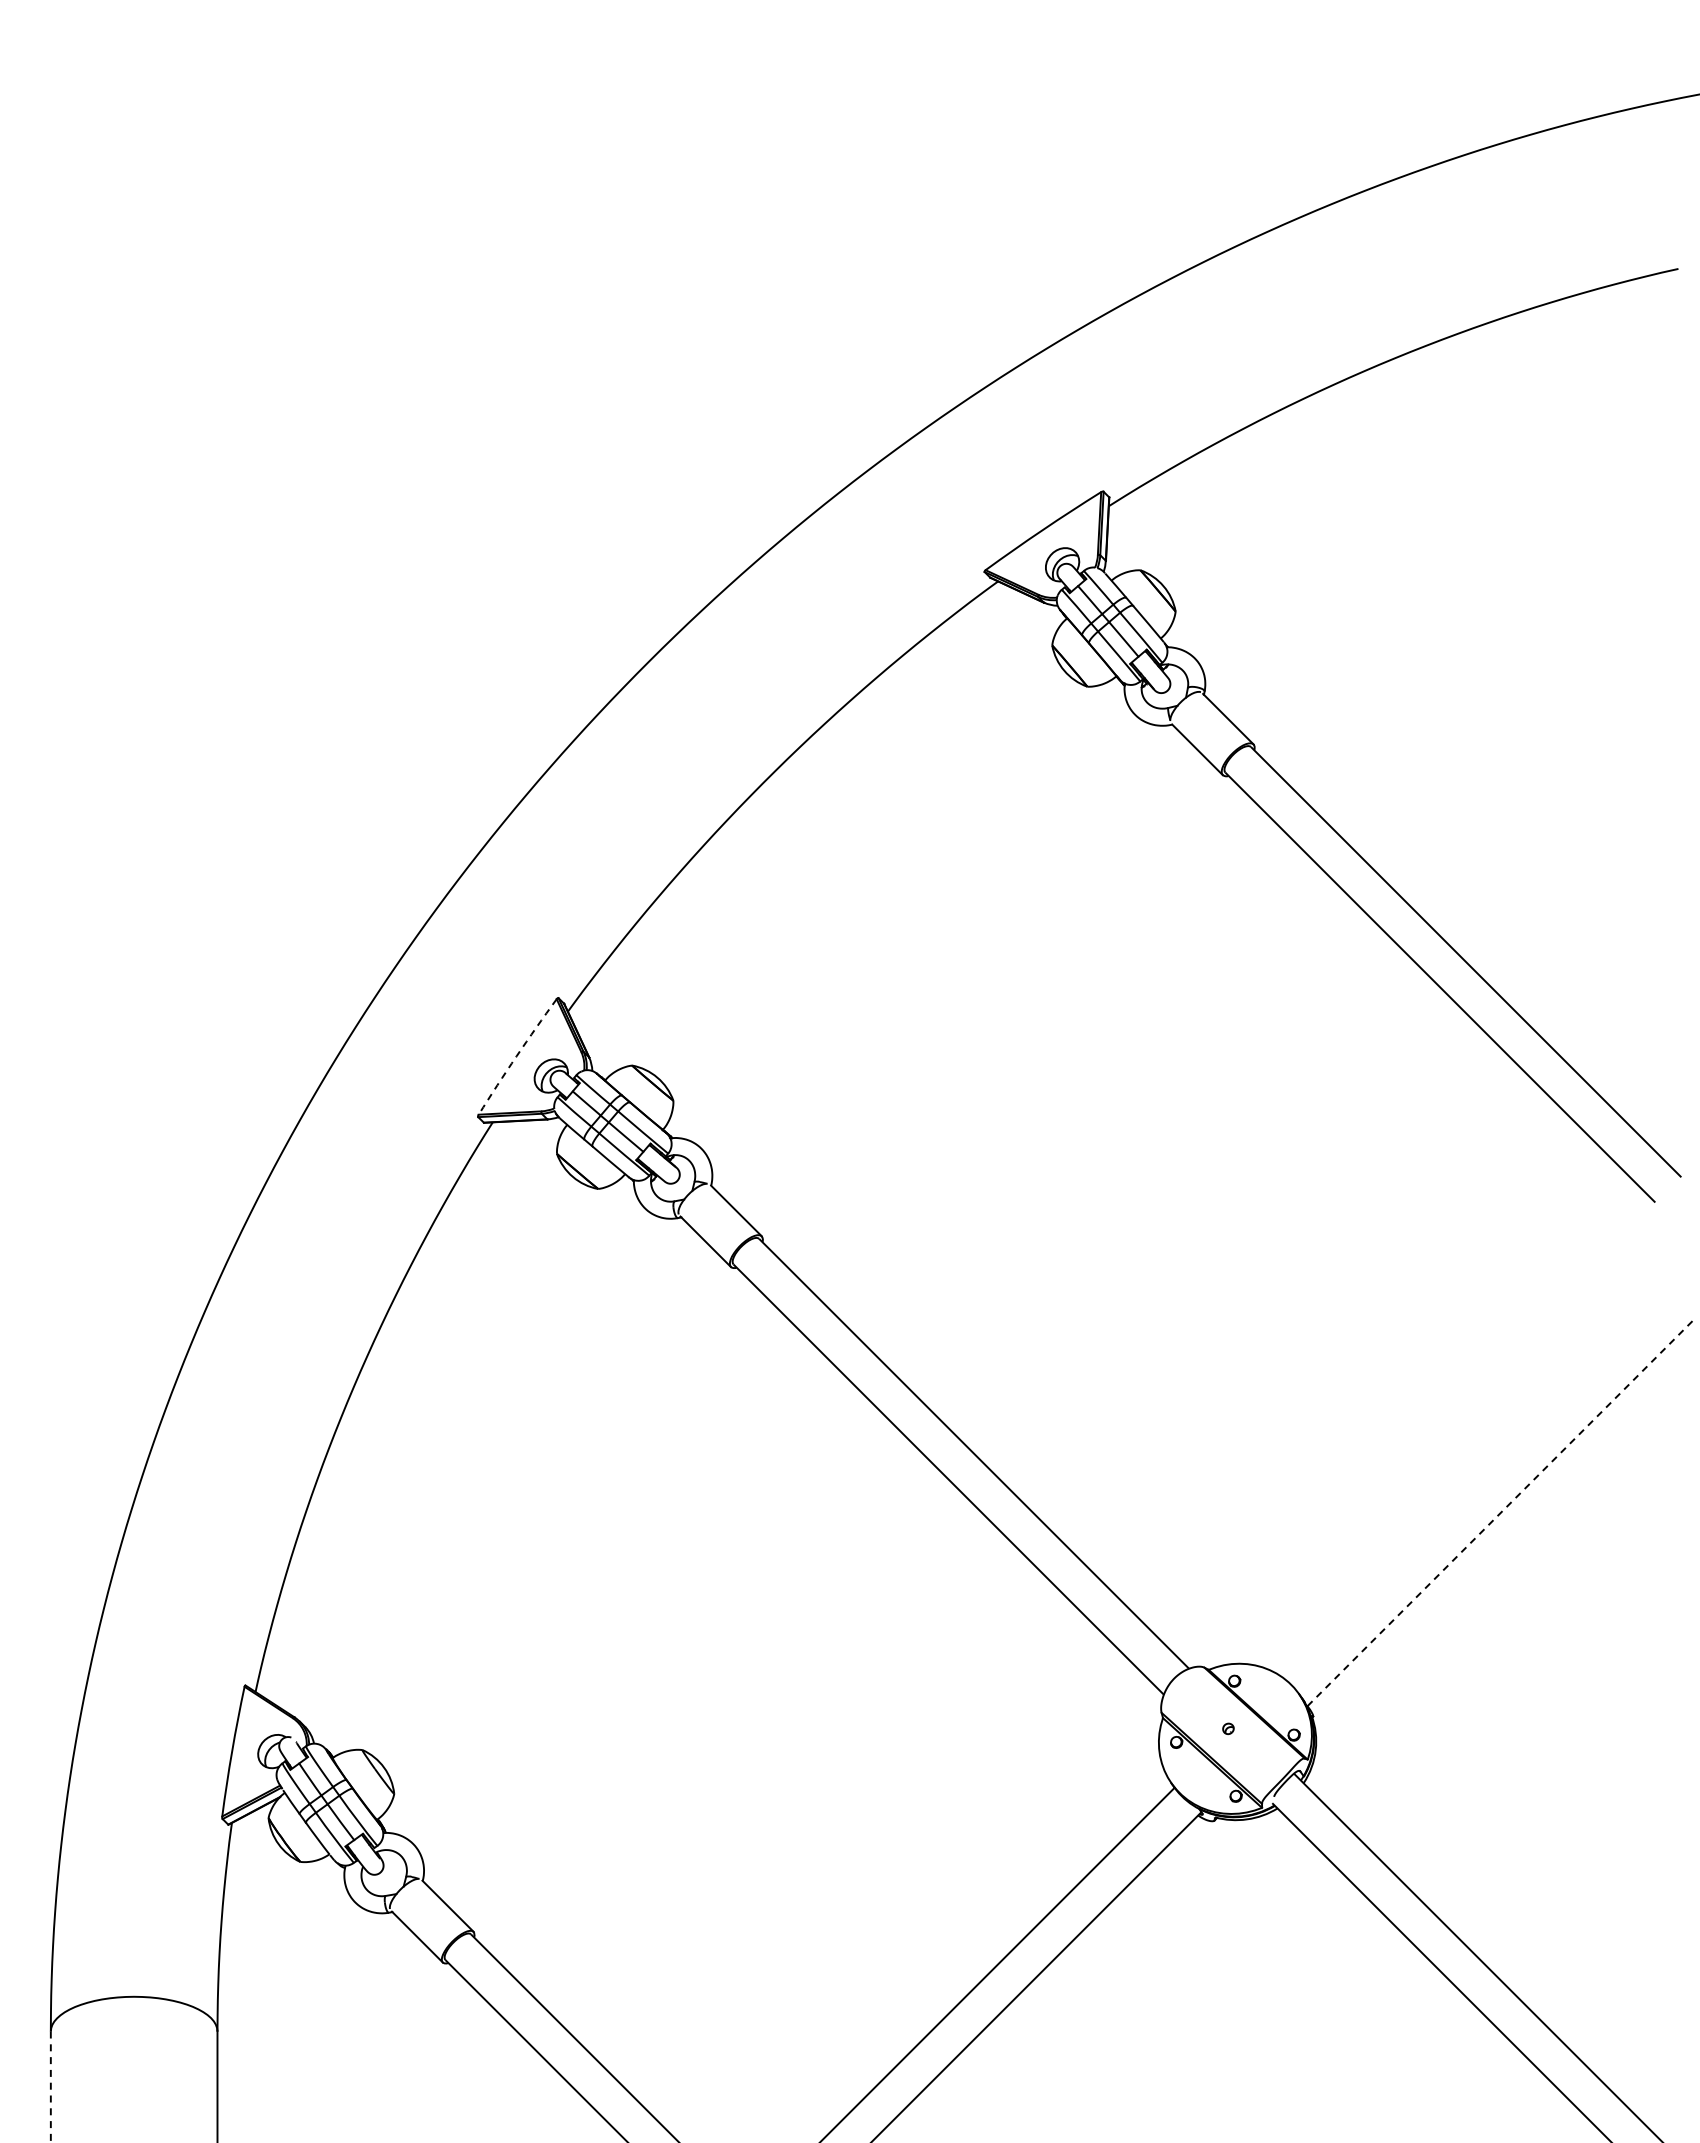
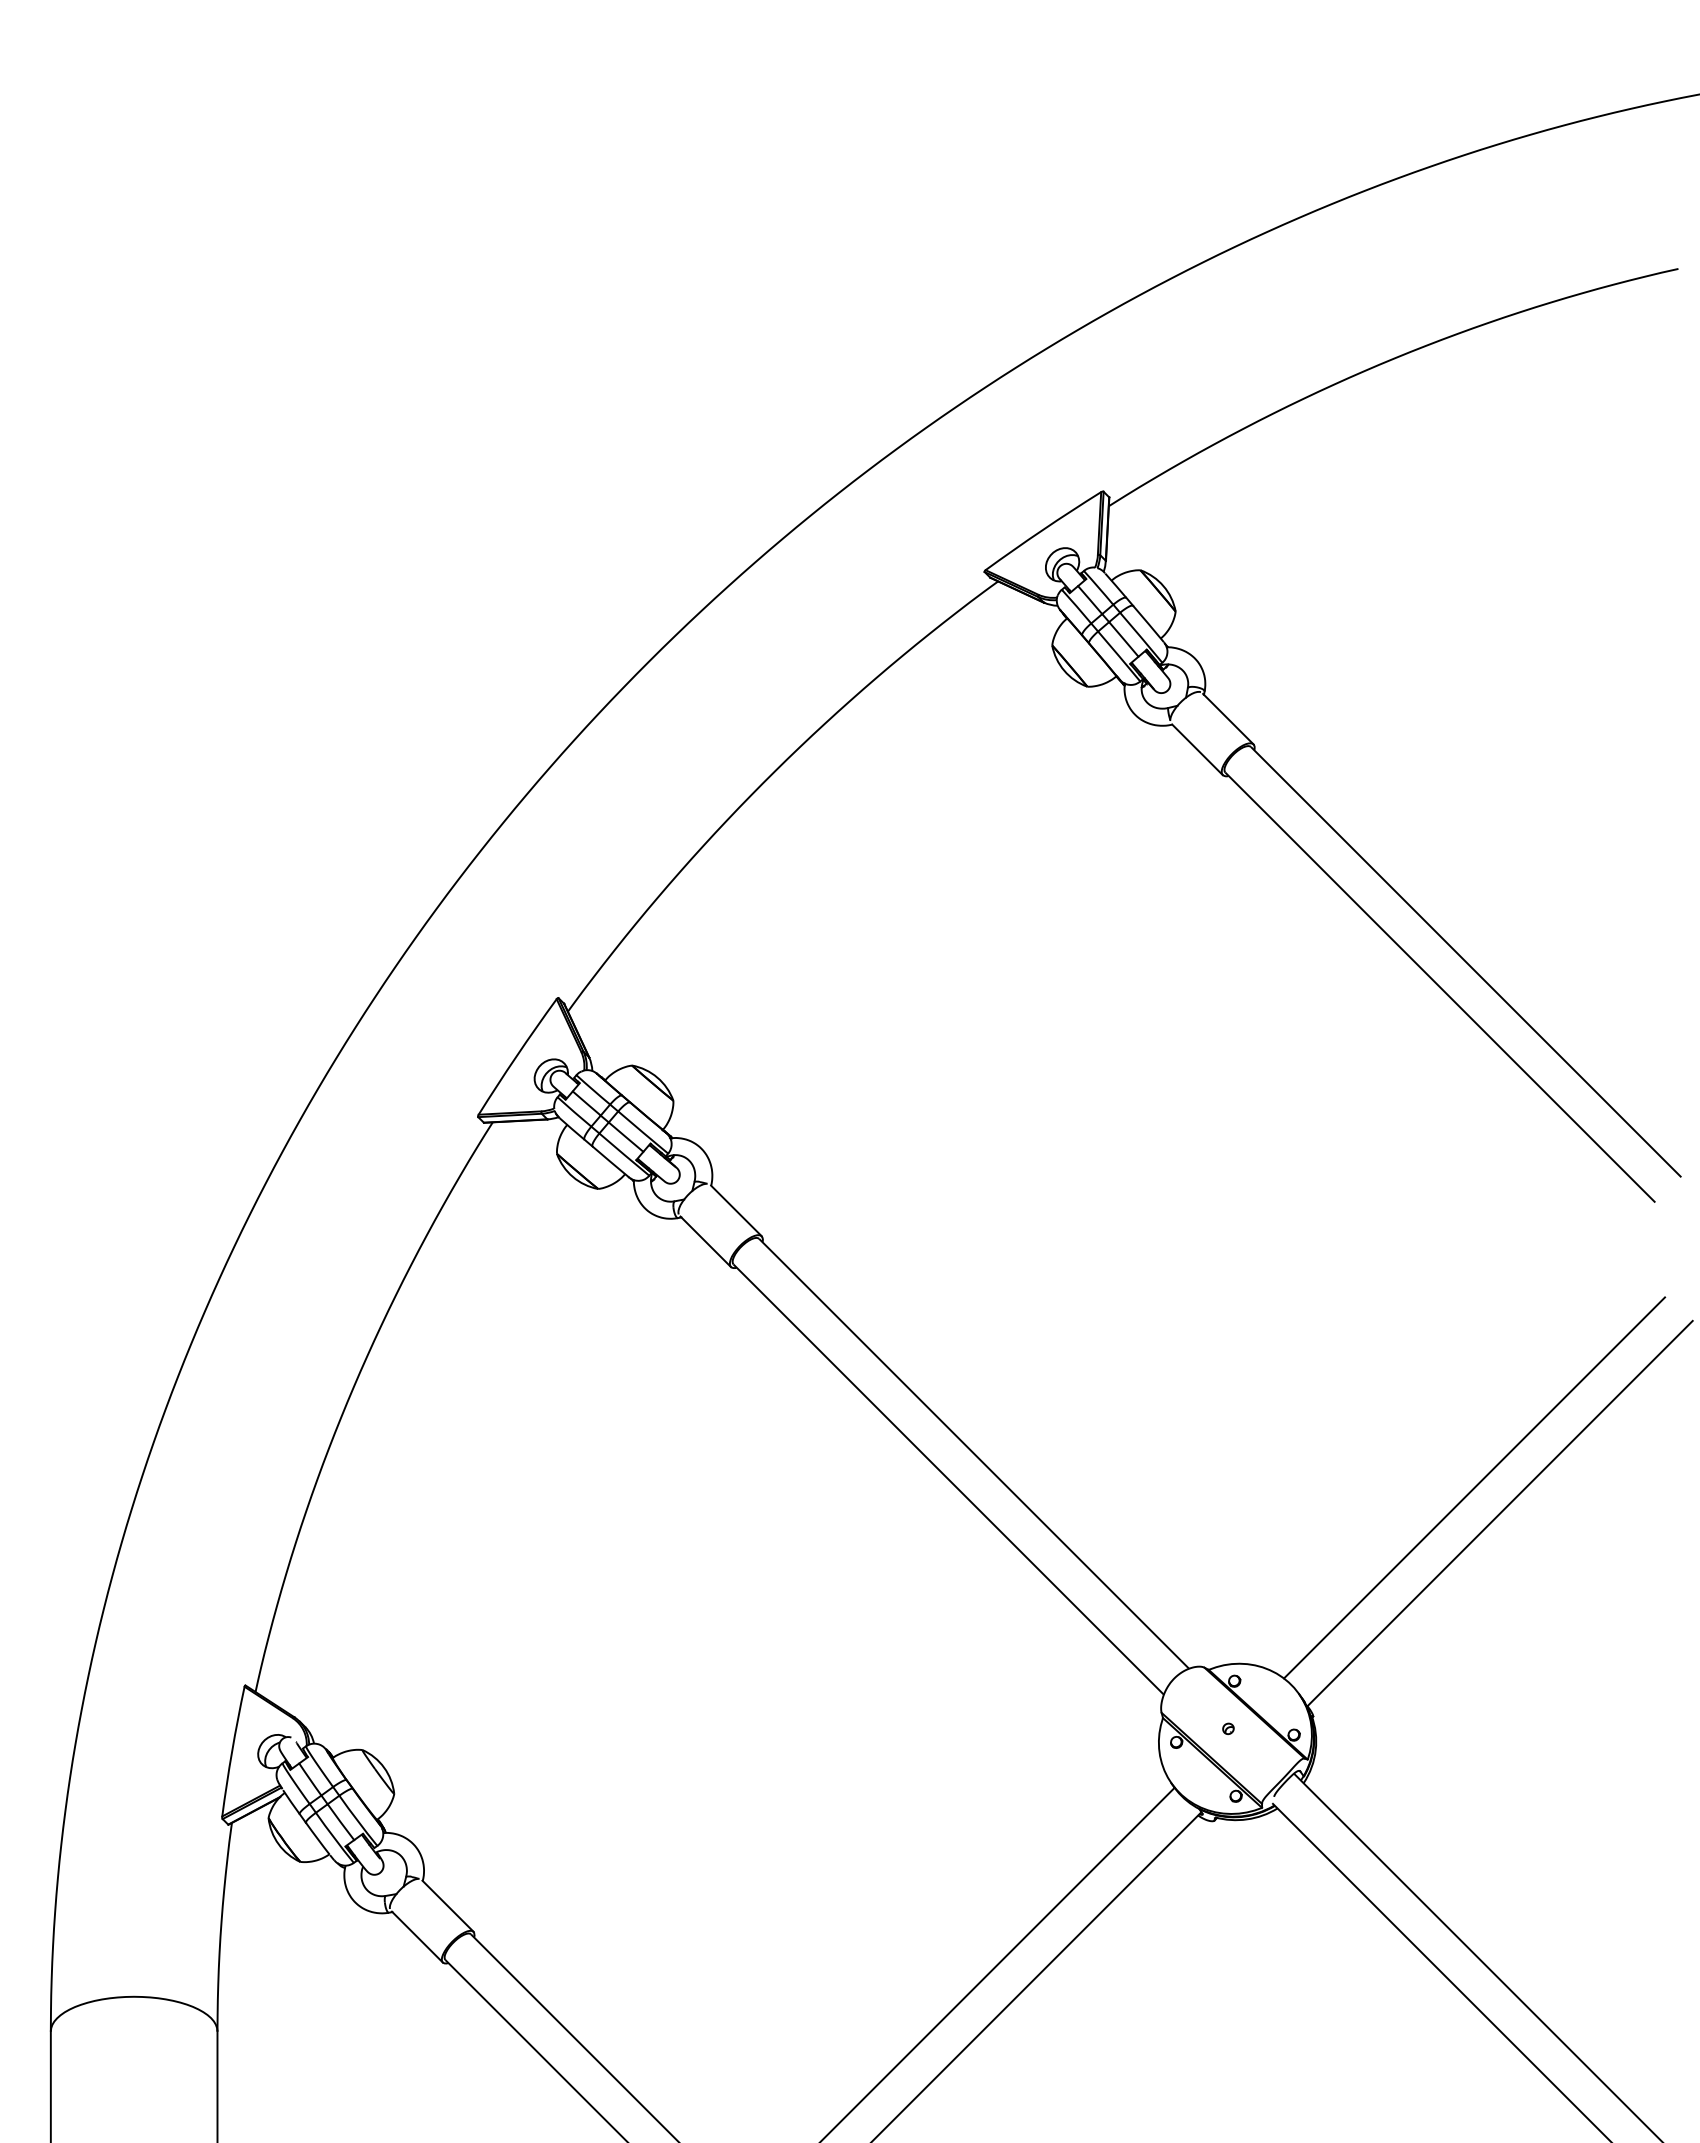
arc at (516, 1056): dashed -> solid
line at (1474, 1487): none -> present
line at (1500, 1513): dashed -> solid
line at (50, 2087): dashed -> solid
